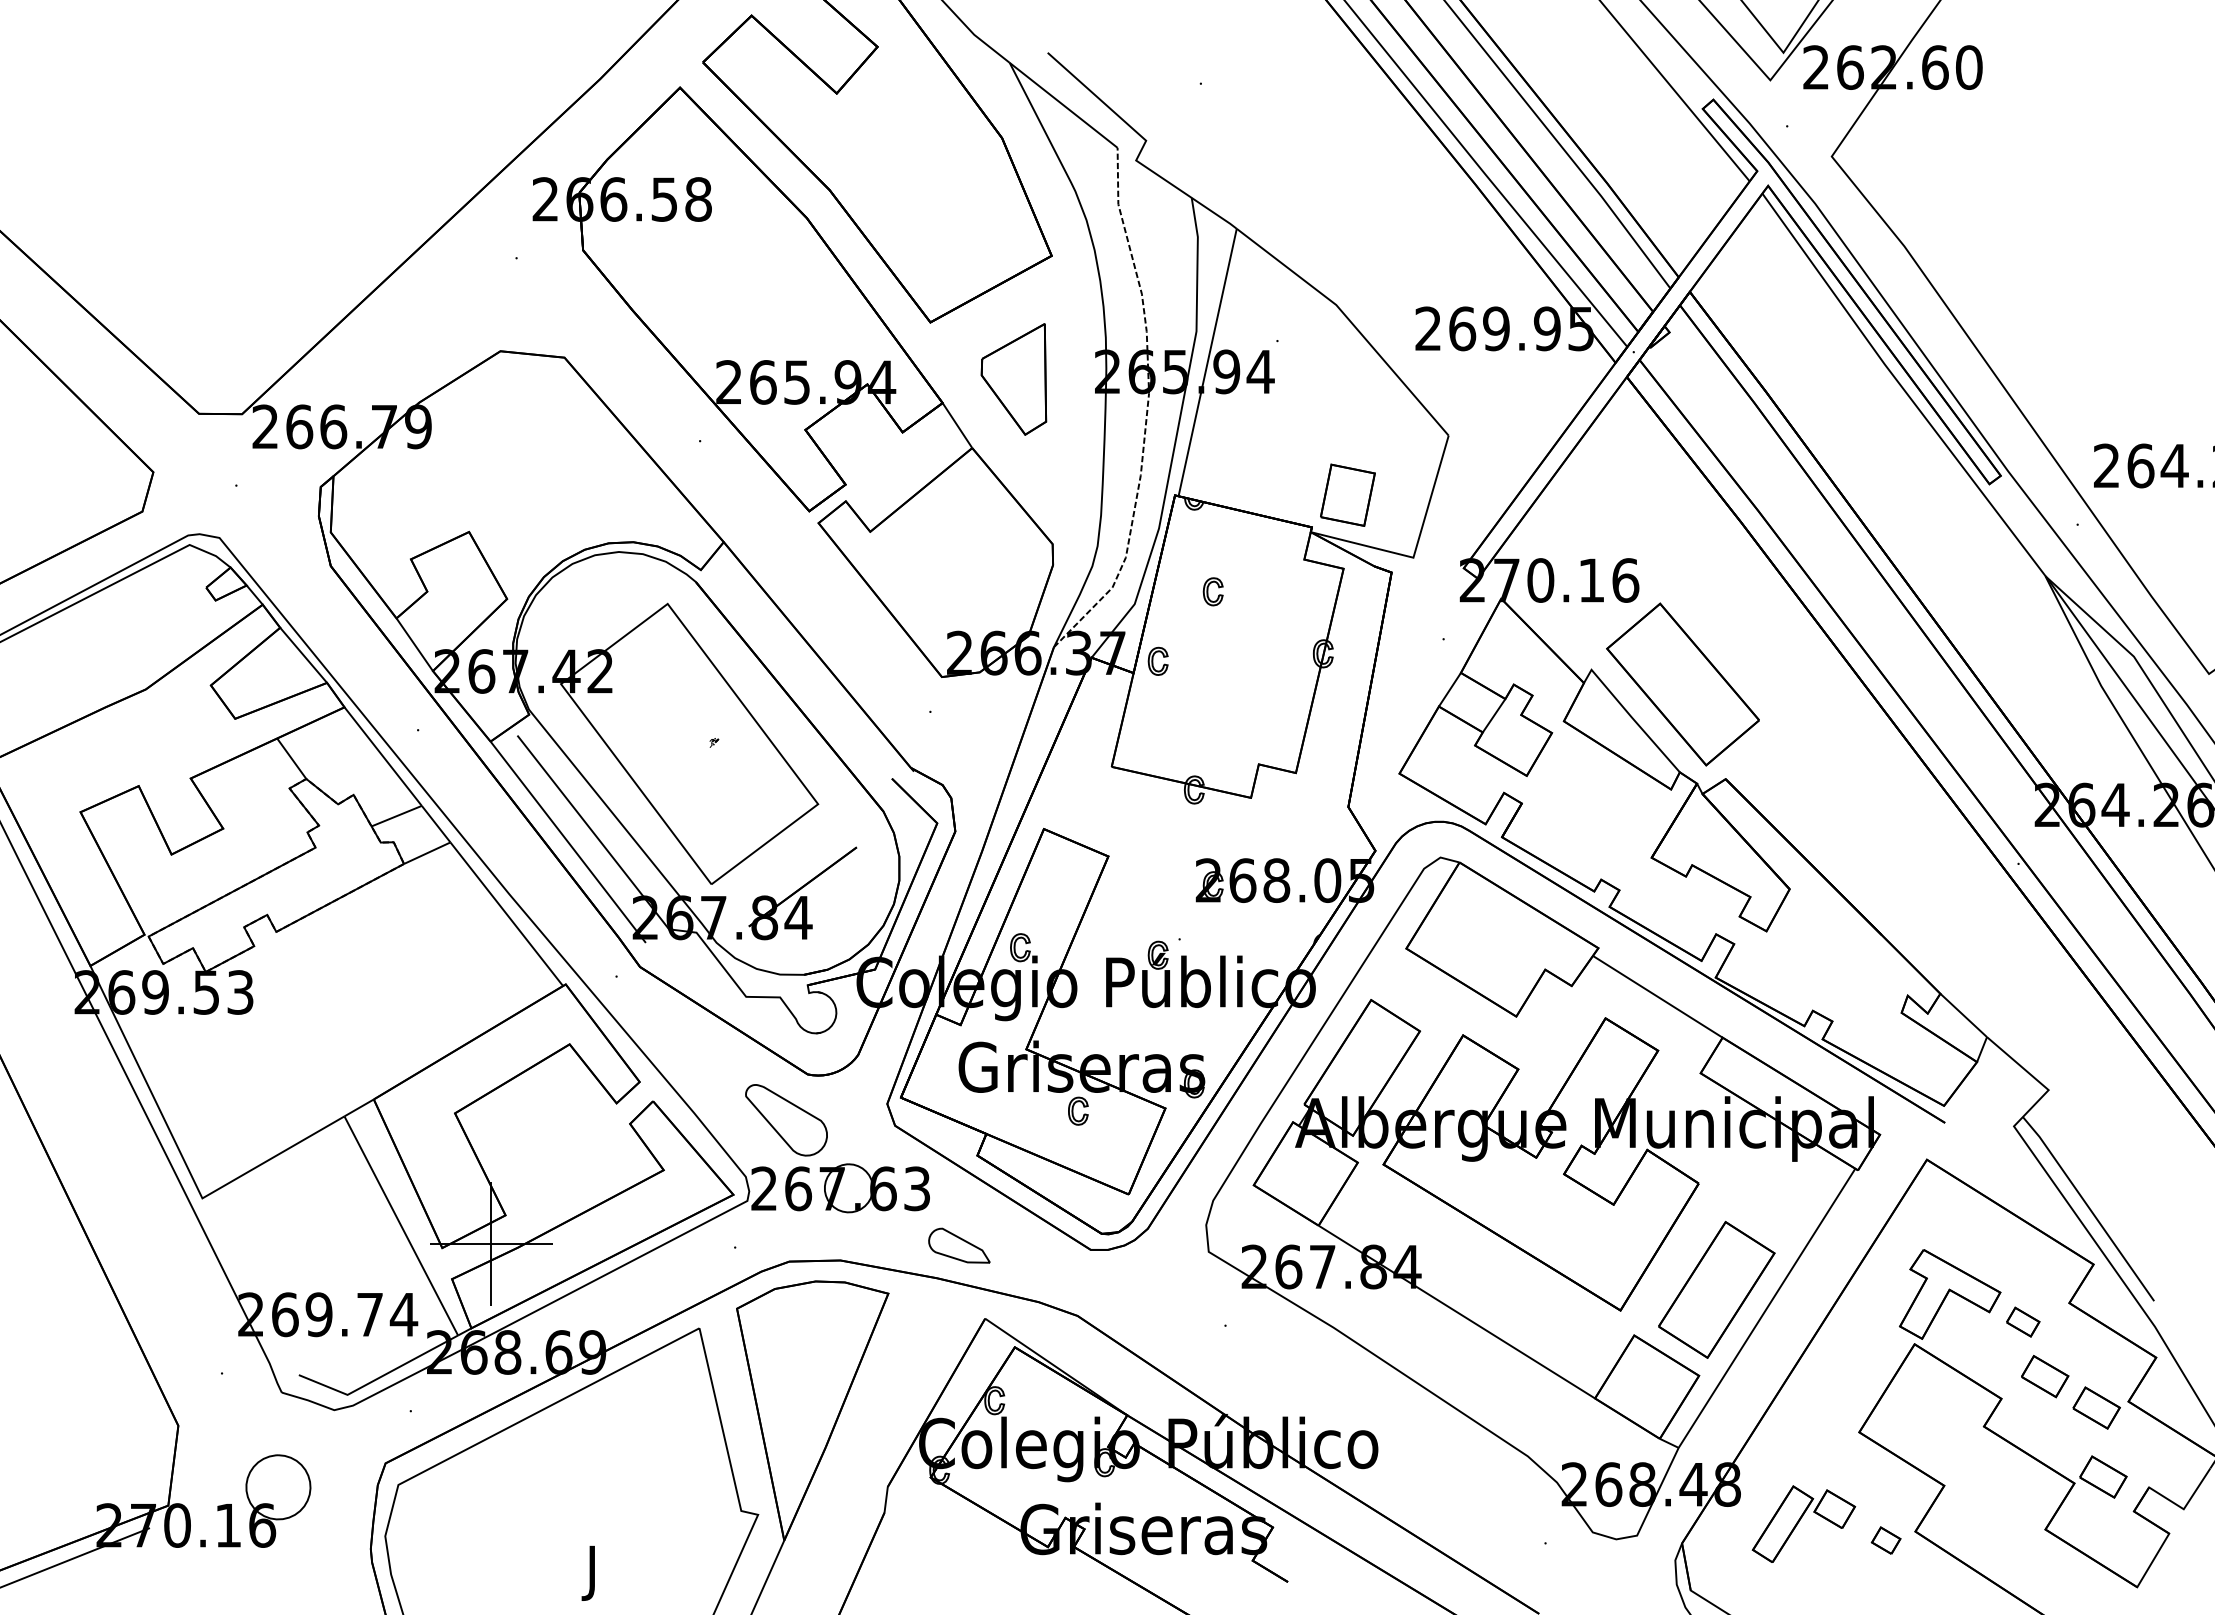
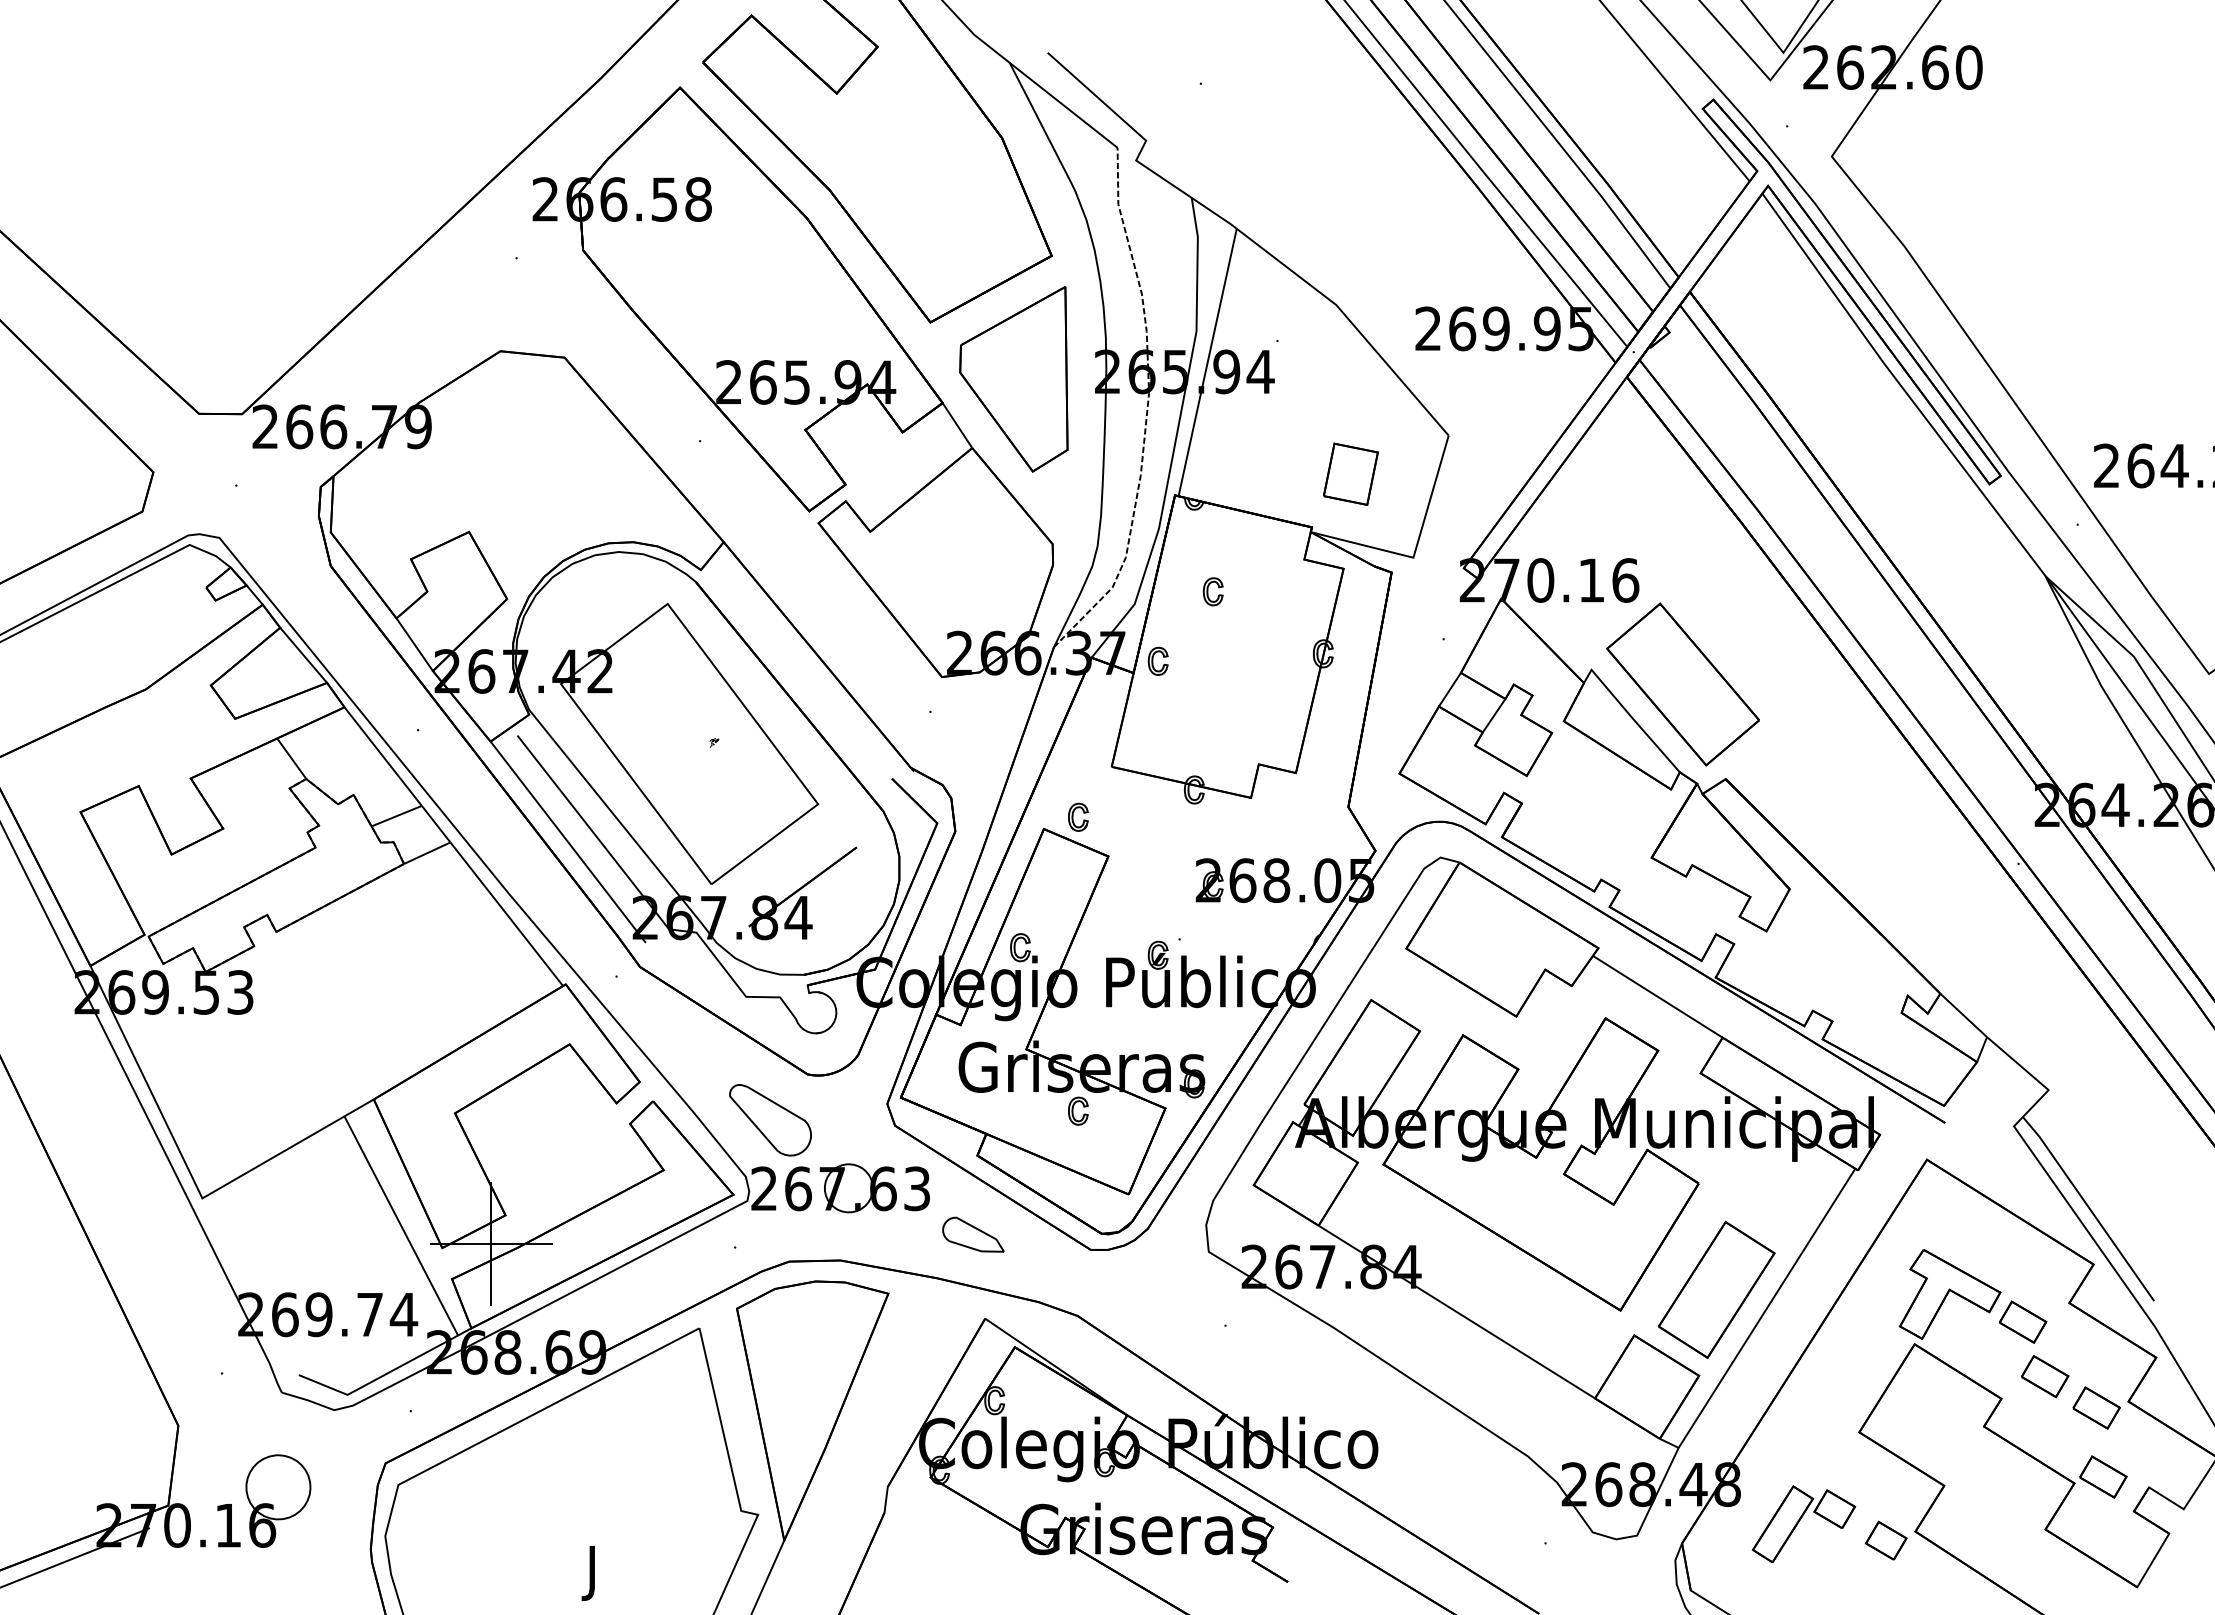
part at (1013, 379) size: 68x113 px -> 110x187 px
part at (1347, 494) position: (1347, 494) -> (1350, 473)
part at (1078, 816): none -> present
part at (786, 1120) position: (786, 1120) -> (770, 1120)
part at (959, 1245) position: (959, 1245) -> (973, 1234)
part at (2023, 1321) size: 35x32 px -> 49x44 px
part at (1885, 1540) size: 32x29 px -> 44x41 px
